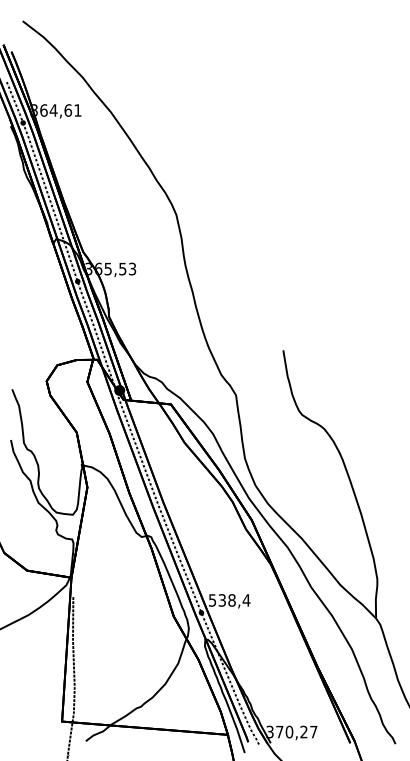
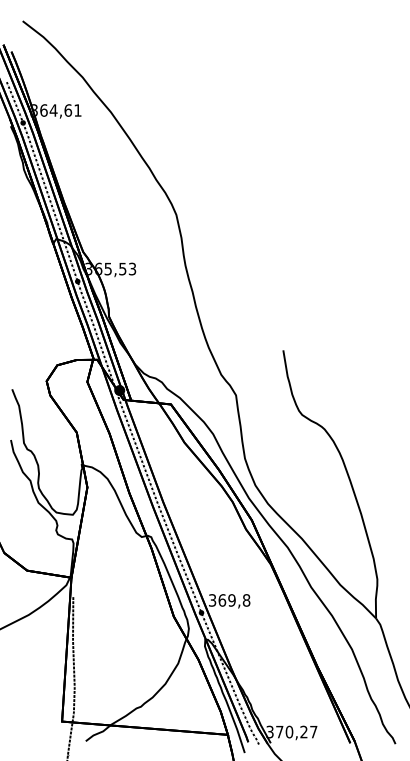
text at (229, 600): 538,4 -> 369,8
